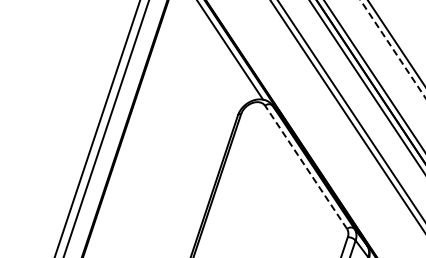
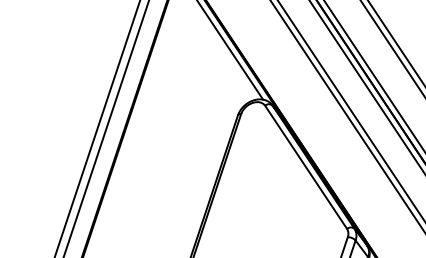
line at (393, 49): dashed -> solid
line at (306, 167): dashed -> solid
